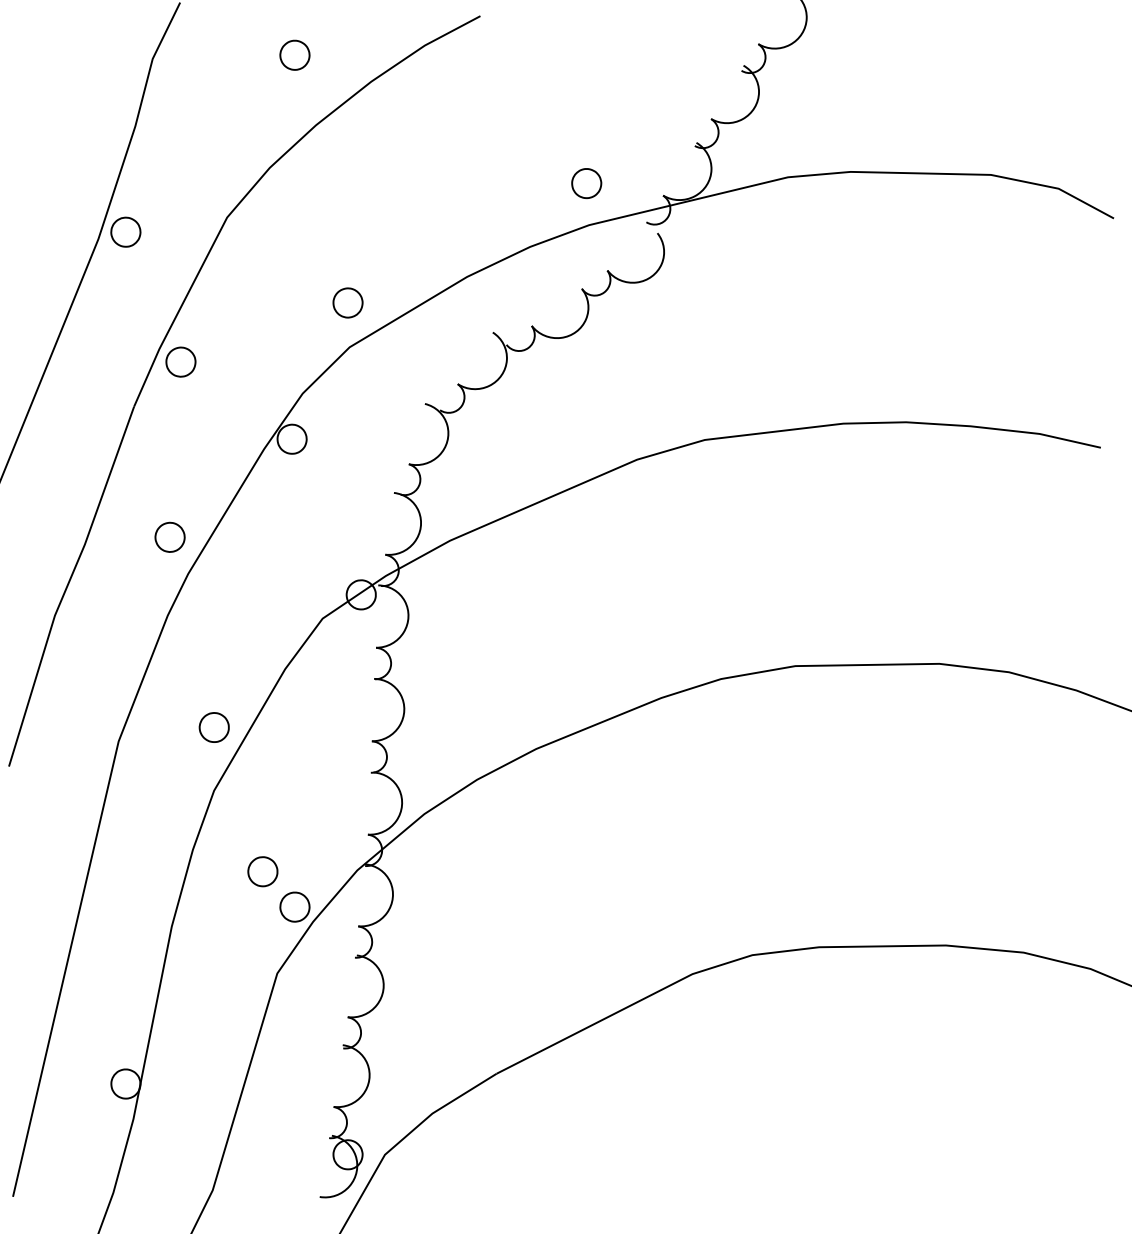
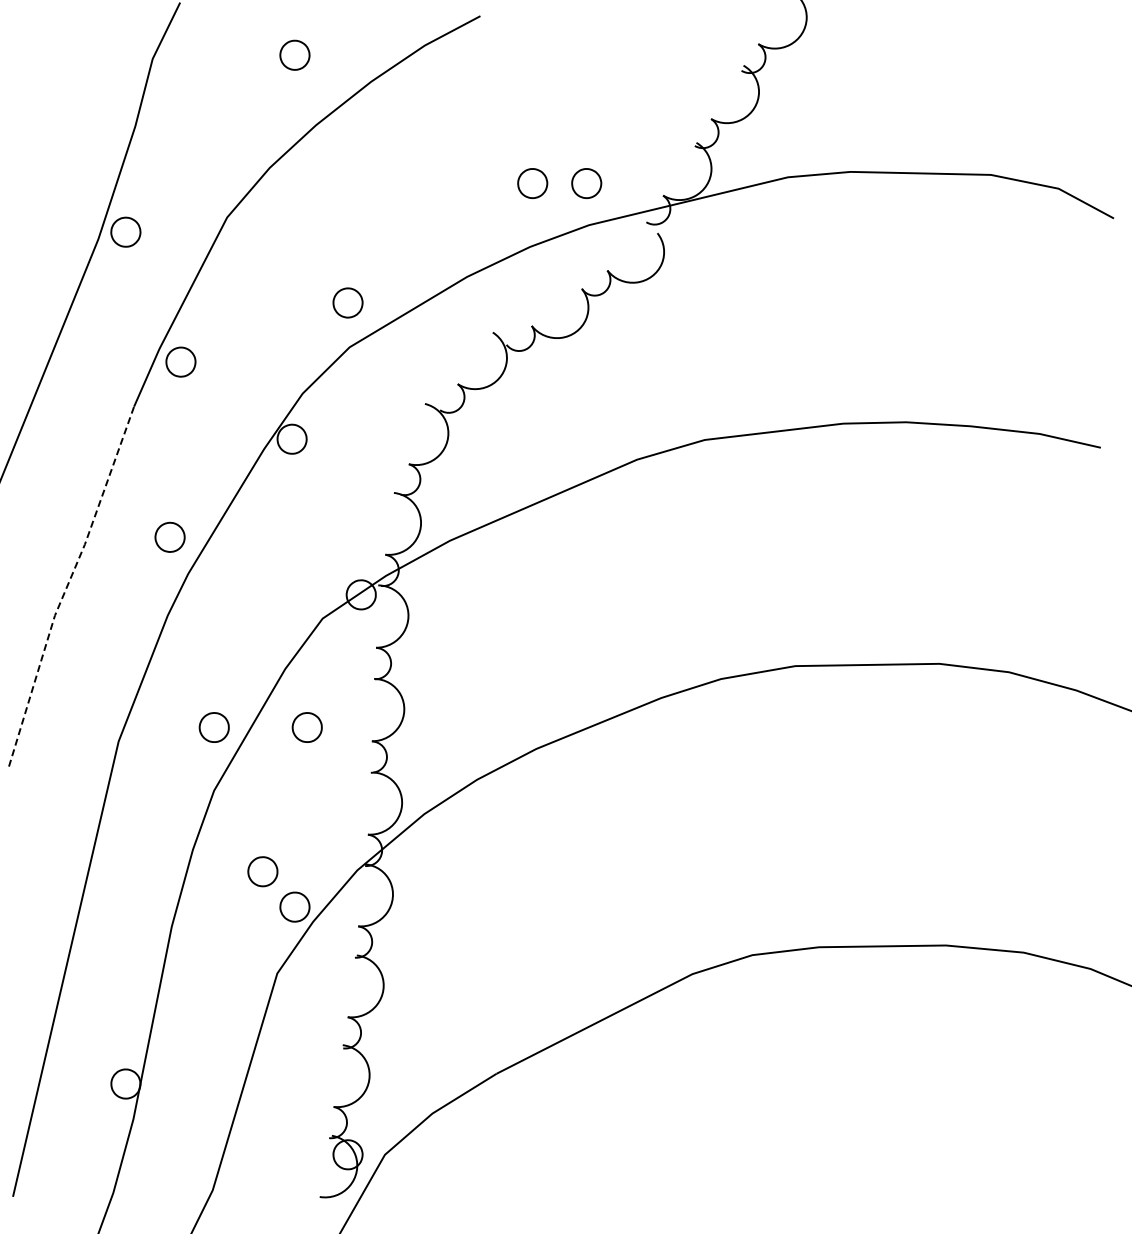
part at (532, 183): none -> present
line at (68, 584): solid -> dashed
part at (306, 727): none -> present
